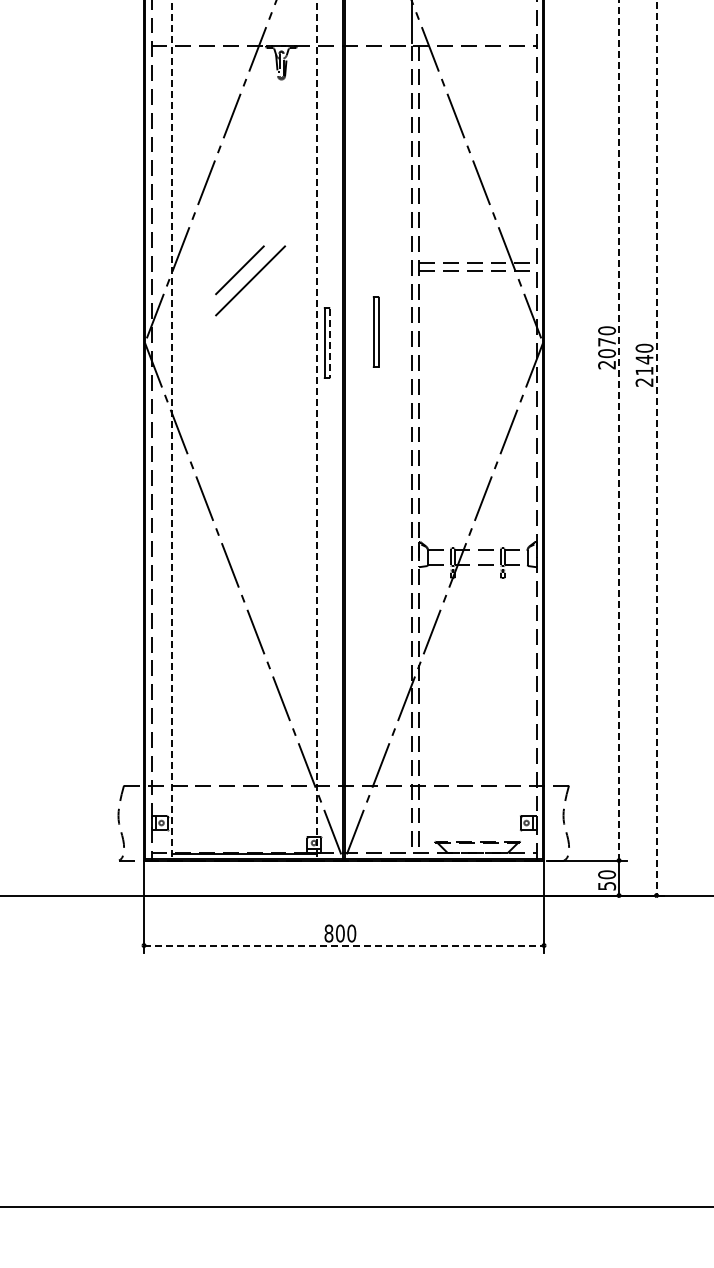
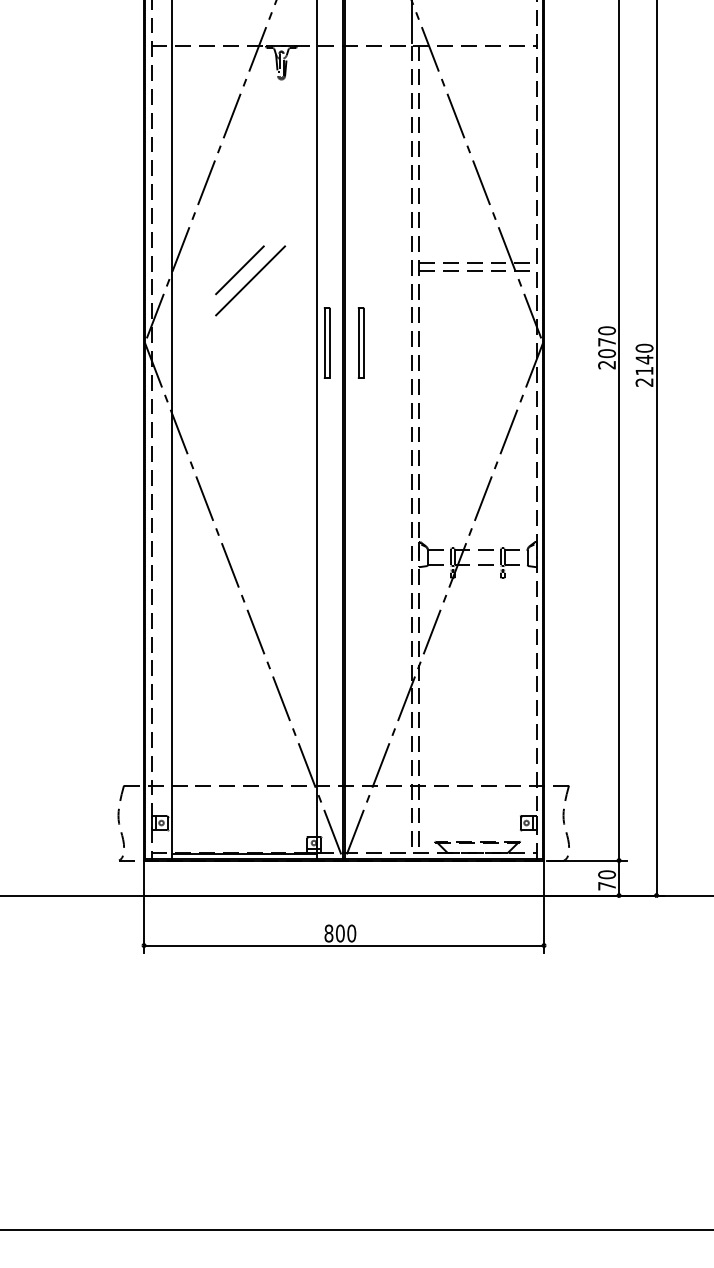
part at (375, 331) position: (375, 331) -> (360, 342)
line at (329, 343): dashed -> solid
line at (619, 429): dashed -> solid
line at (171, 430): dashed -> solid
line at (316, 430): dashed -> solid
line at (656, 447): dashed -> solid
text at (607, 886): 50 -> 70
line at (344, 945): dashed -> solid
line at (356, 1206) position: (356, 1206) -> (356, 1229)
